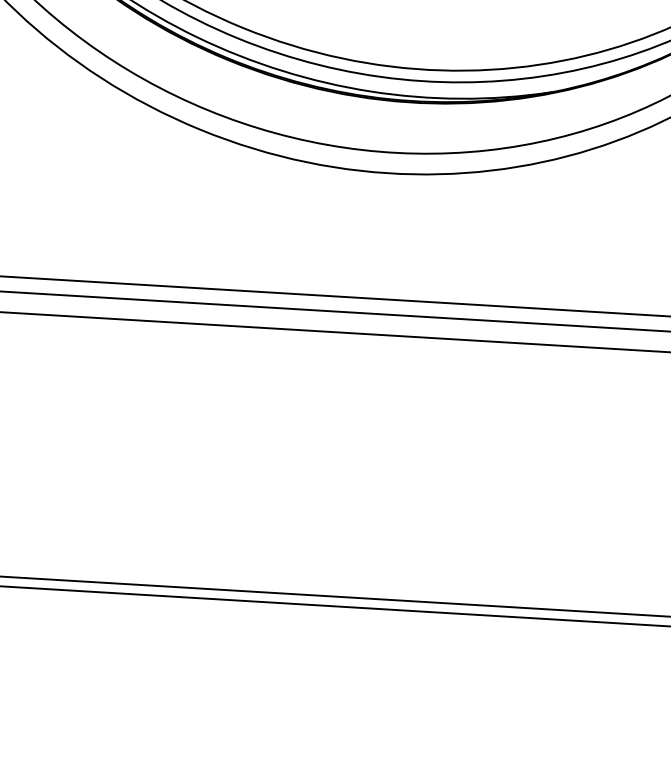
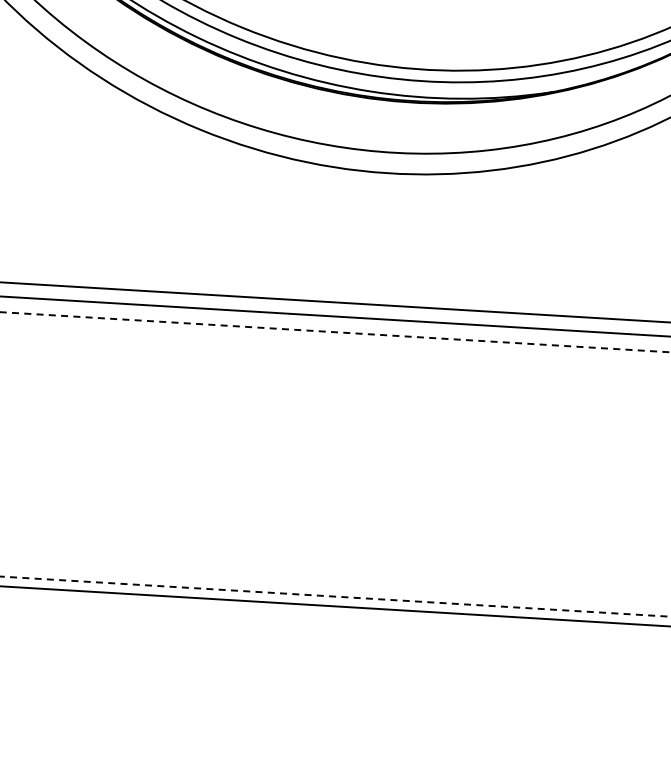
line at (334, 296) position: (334, 296) -> (334, 302)
line at (334, 311) position: (334, 311) -> (334, 316)
line at (335, 332): solid -> dashed
line at (335, 596): solid -> dashed
